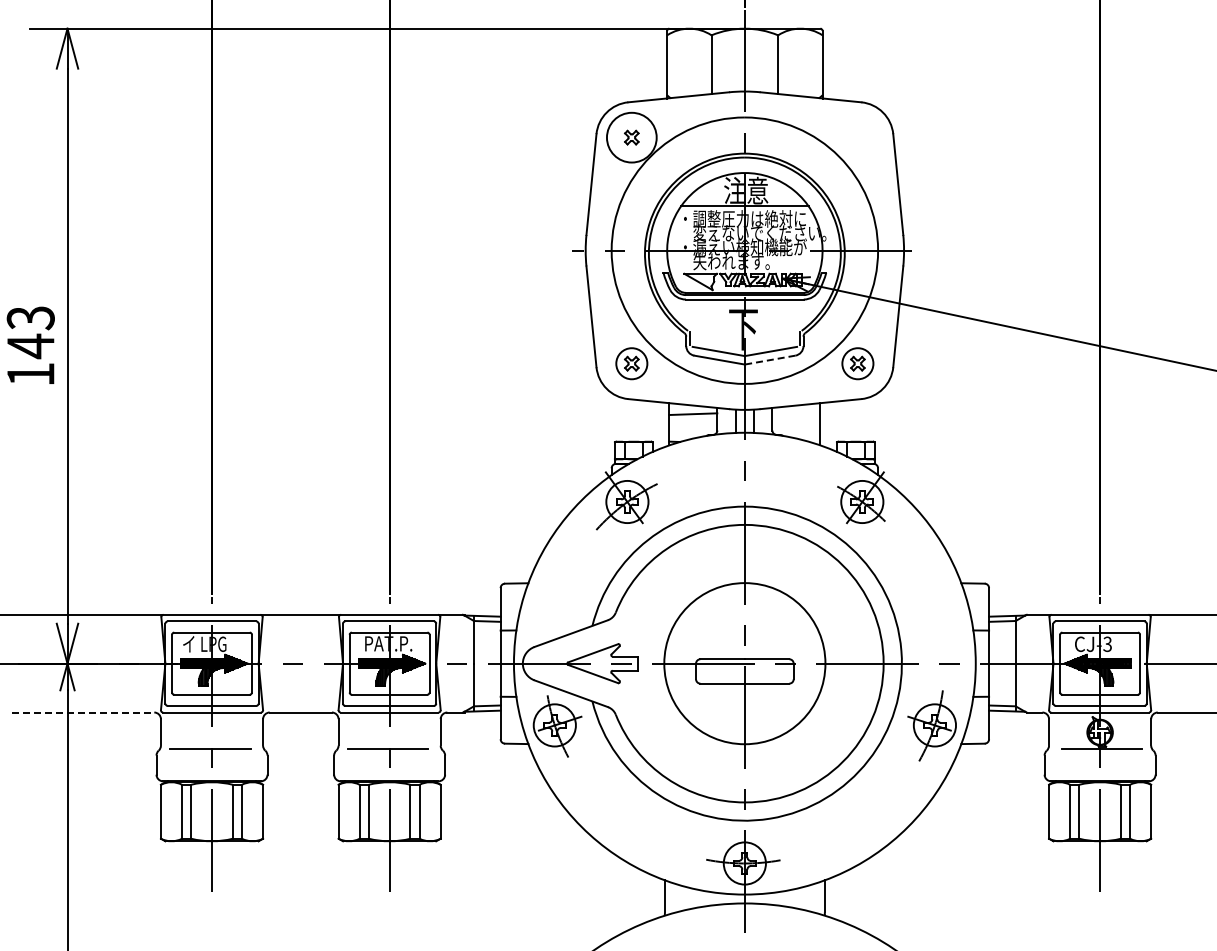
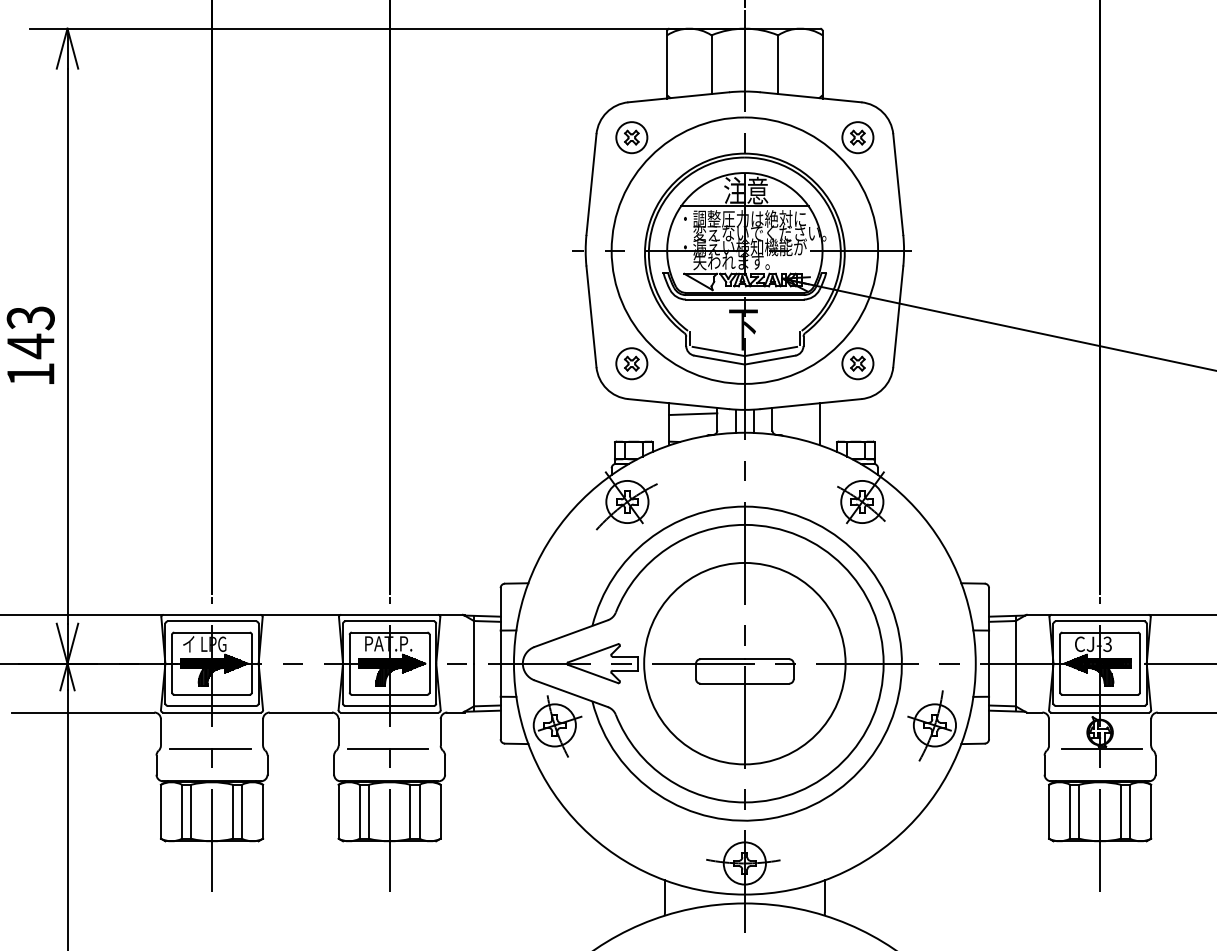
circle at (631, 137) diameter: 50 px -> 31 px
part at (857, 137): none -> present
line at (770, 360): dashed -> solid
circle at (744, 663) diameter: 161 px -> 201 px
line at (83, 712): dashed -> solid
